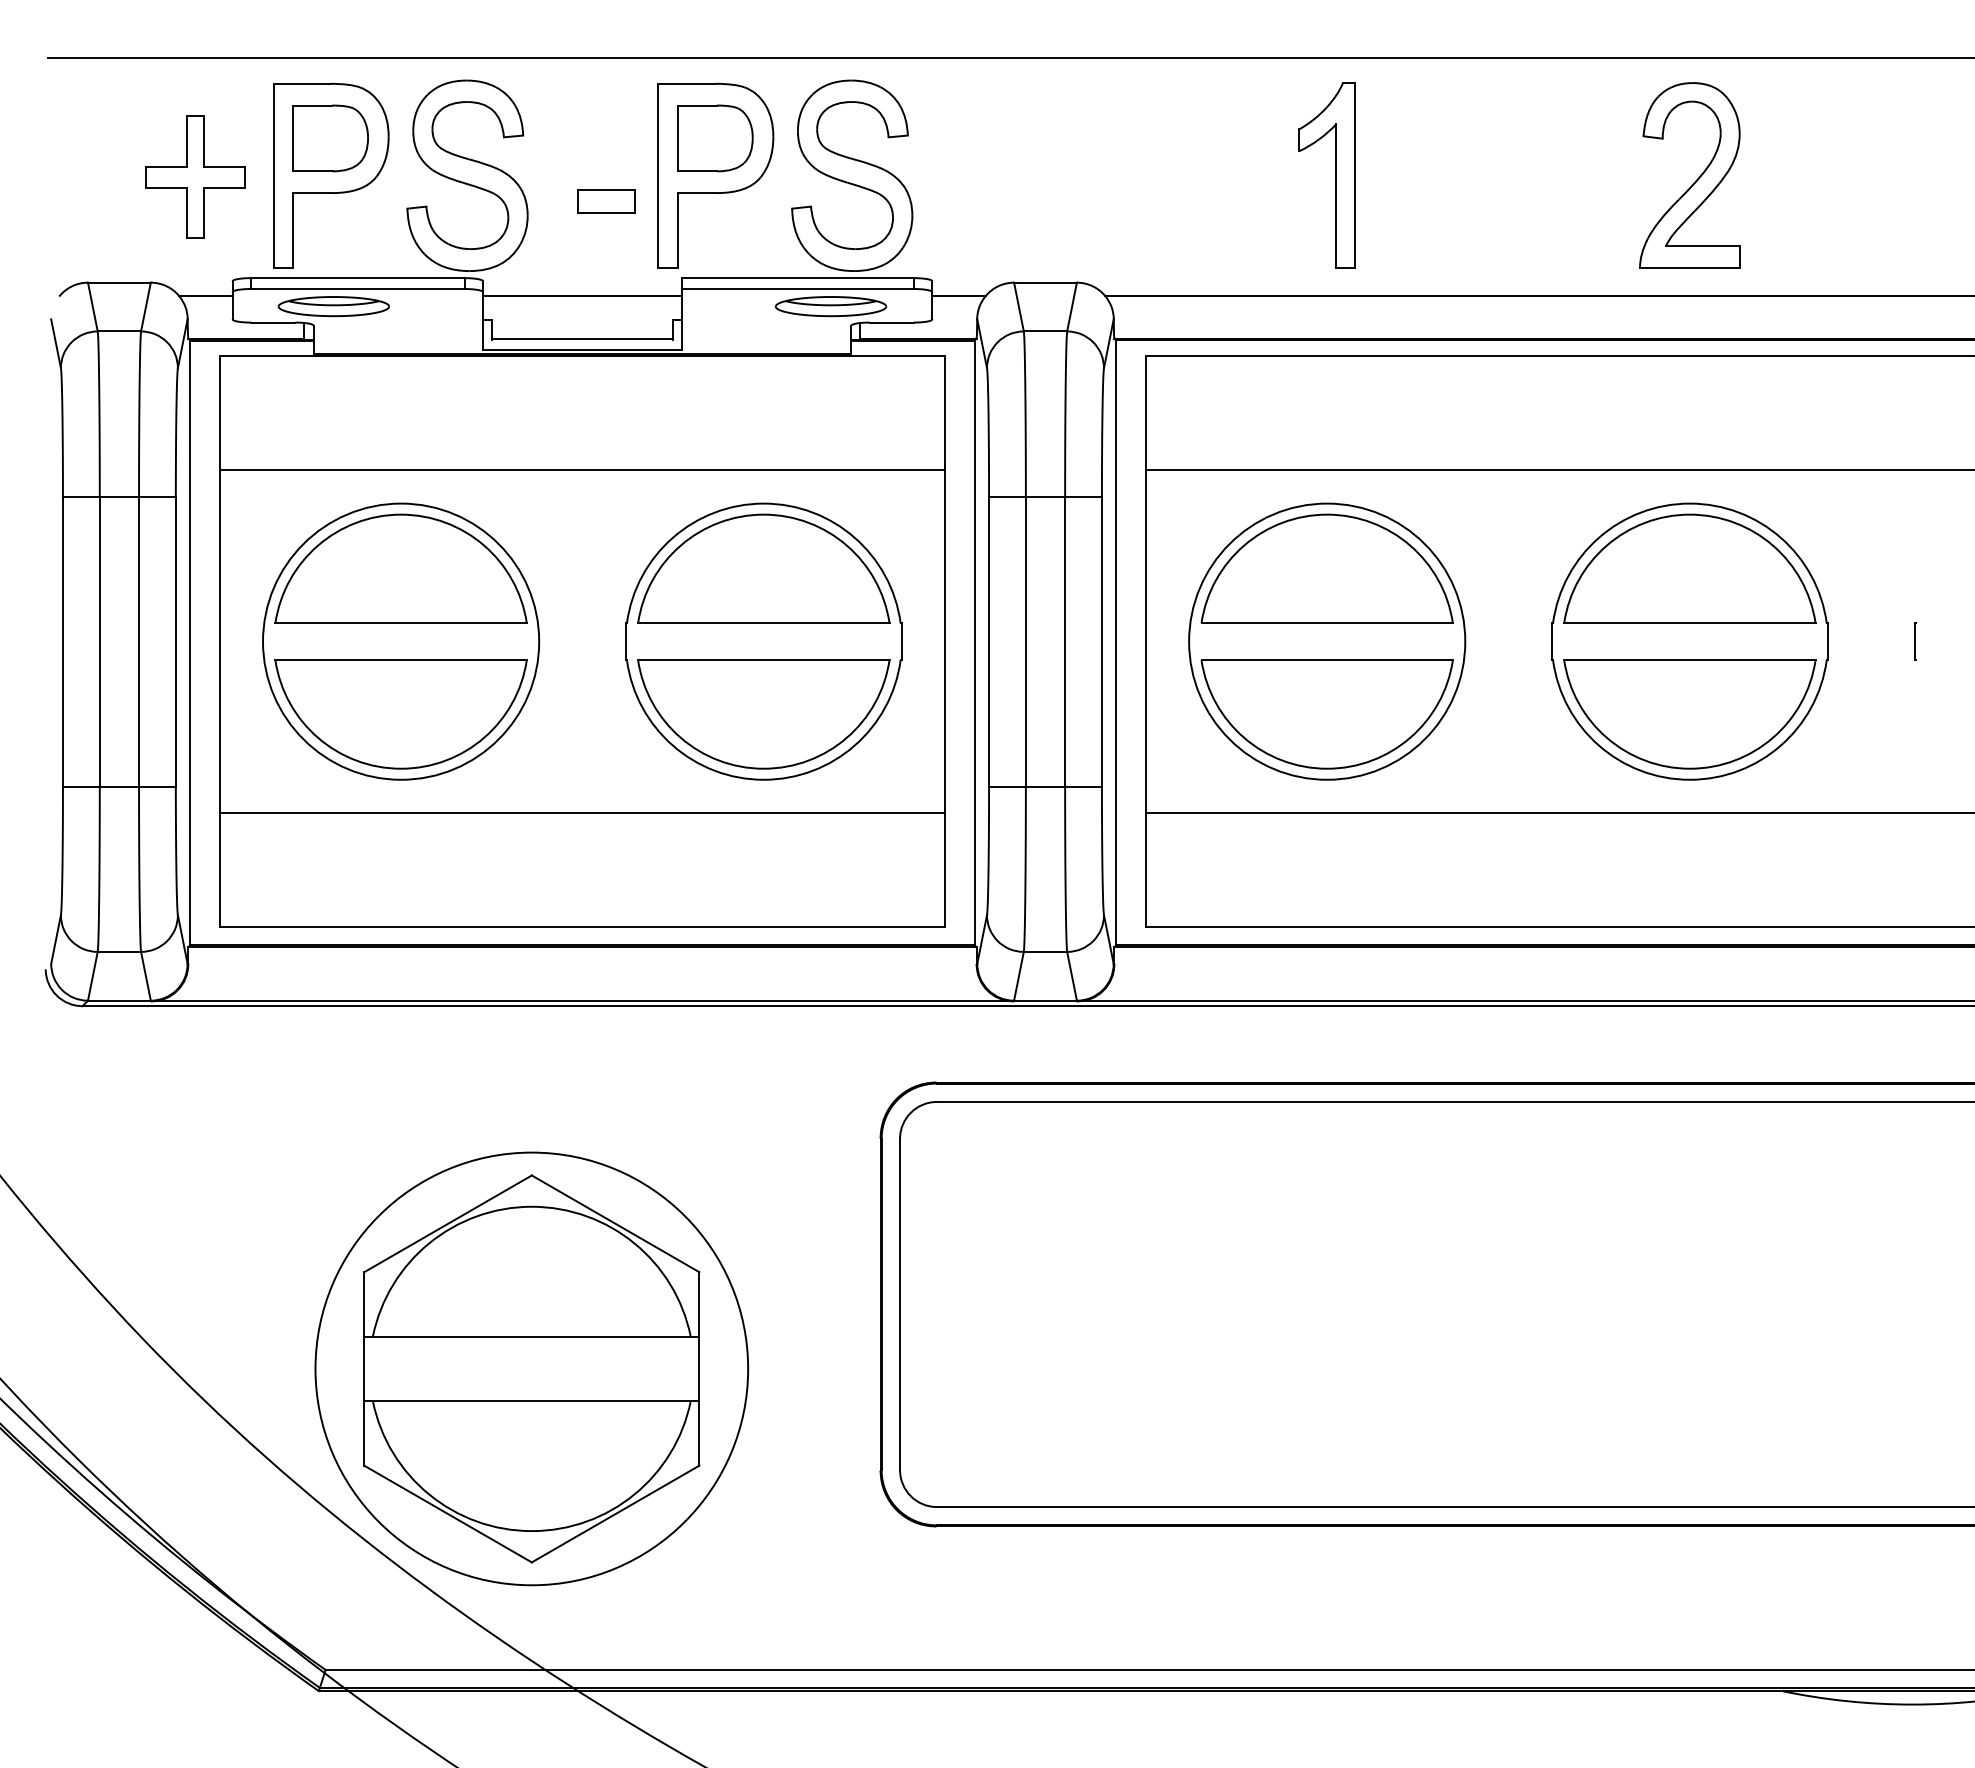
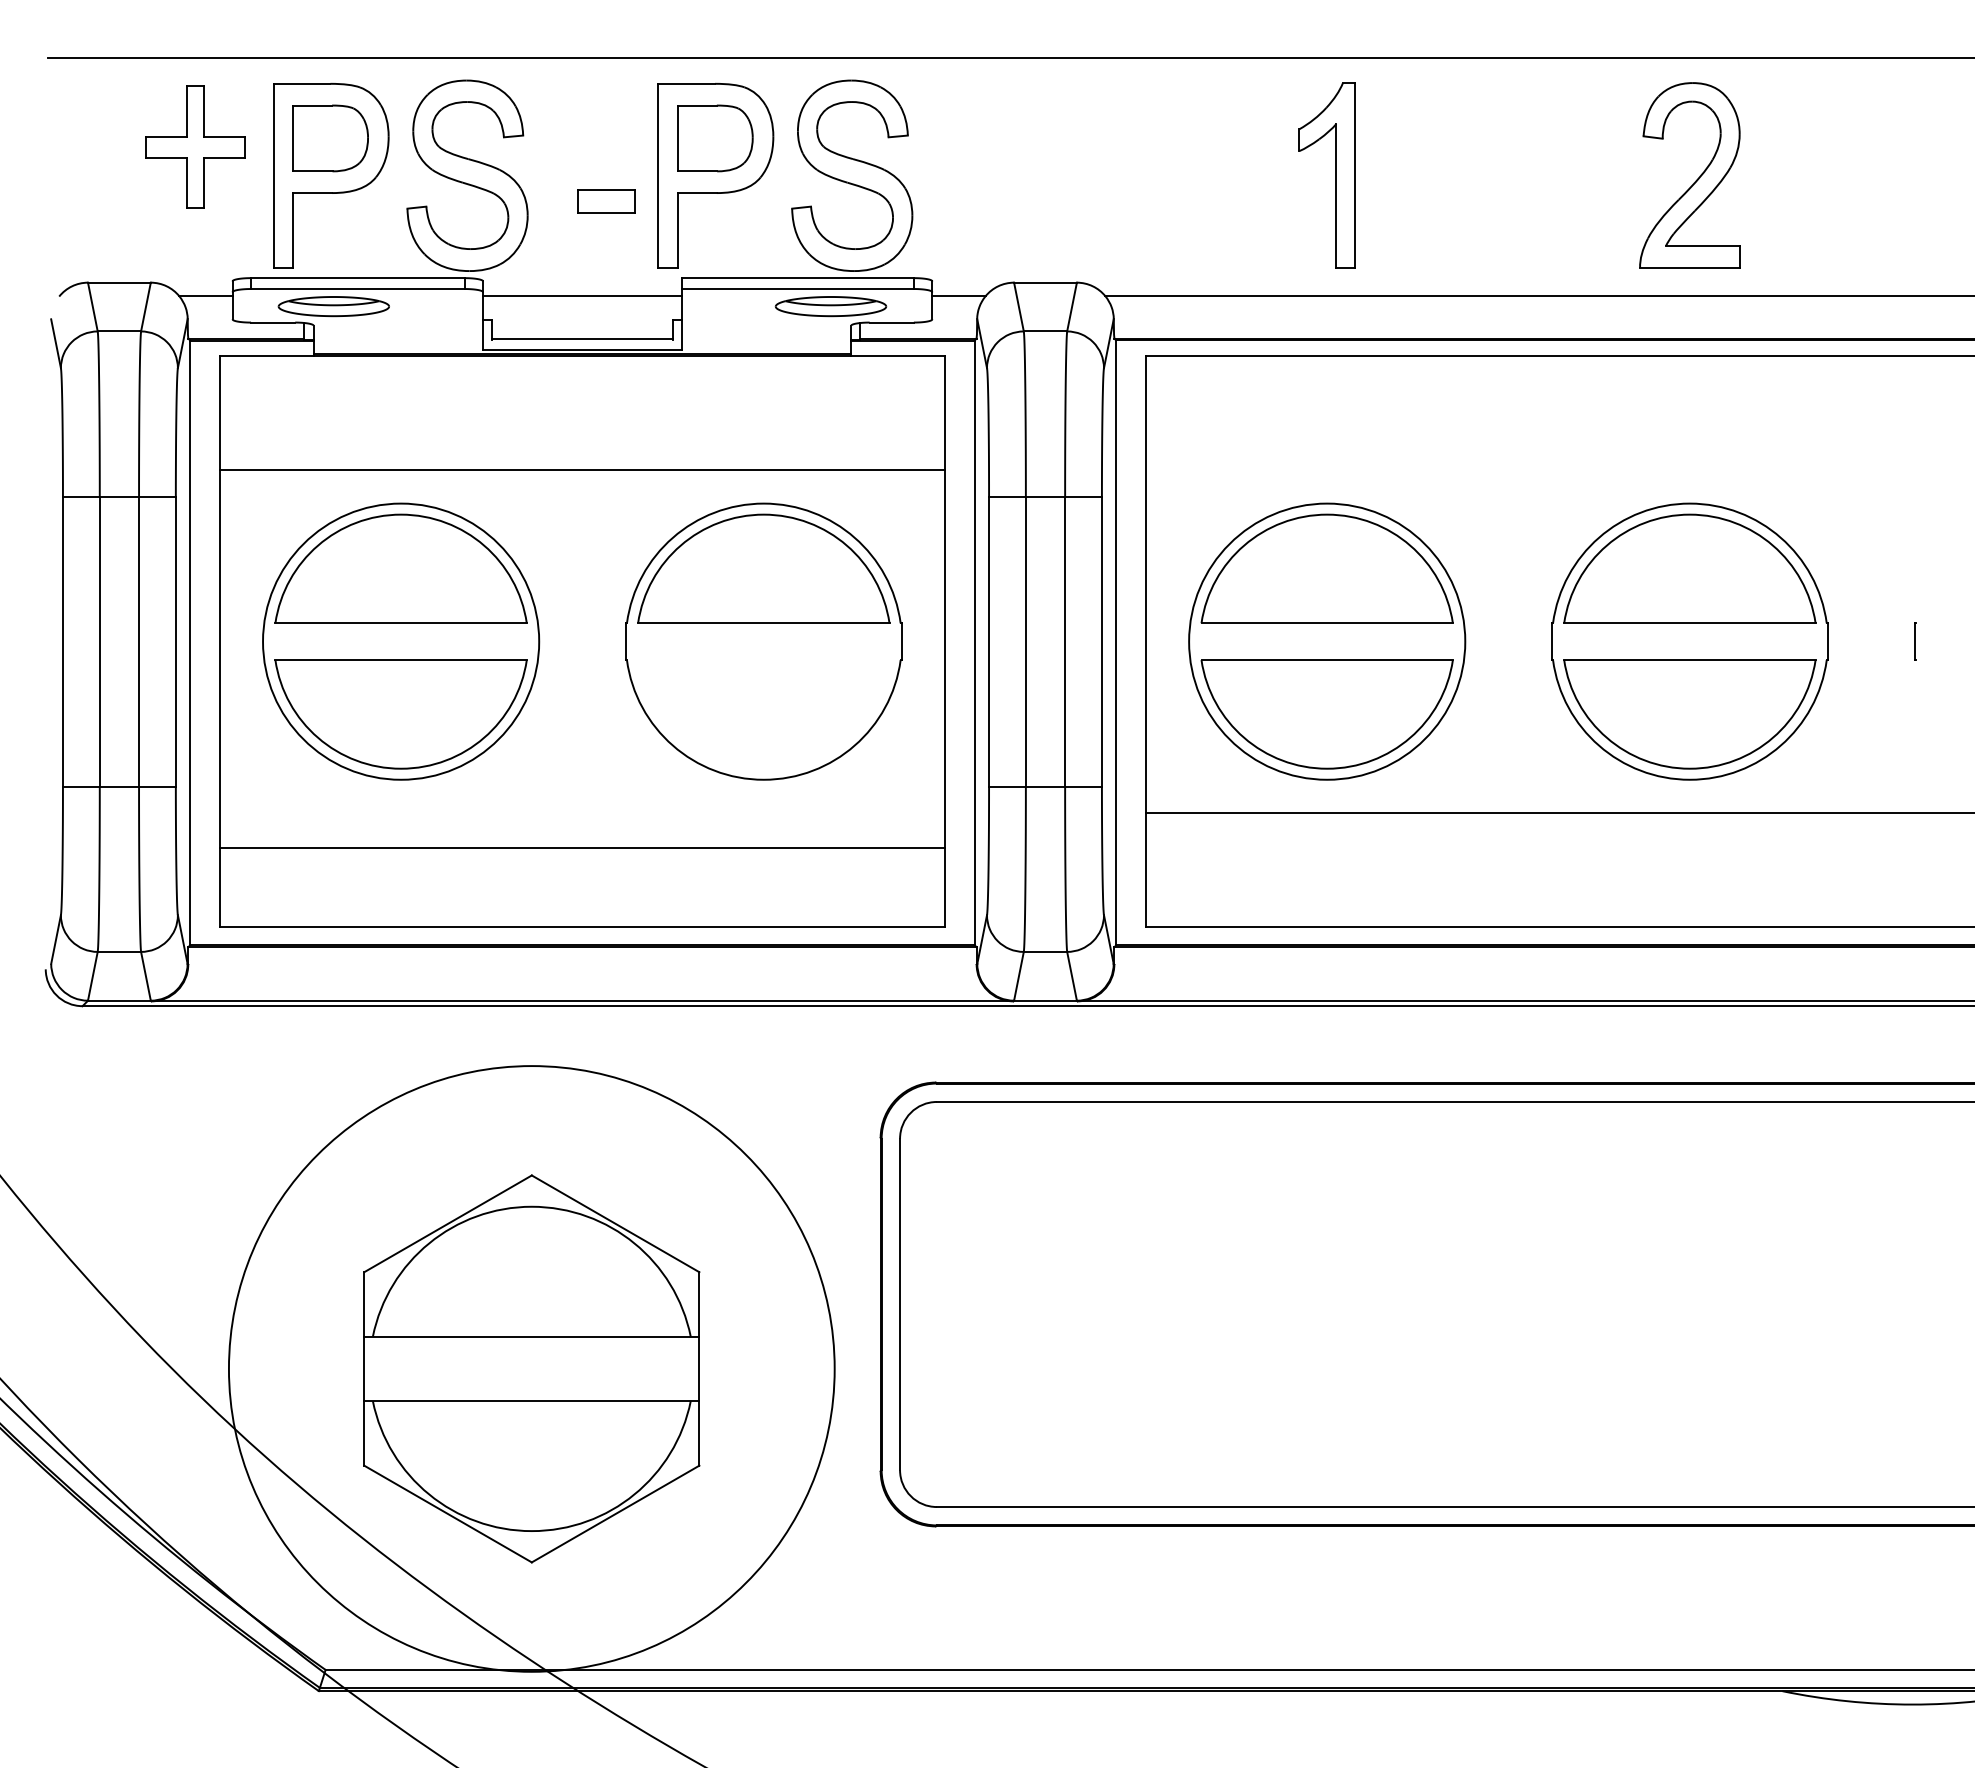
part at (195, 176) position: (195, 176) -> (195, 146)
line at (1558, 470): present -> none
part at (763, 714): present -> none
line at (582, 812) position: (582, 812) -> (582, 847)
circle at (531, 1368) diameter: 433 px -> 606 px
